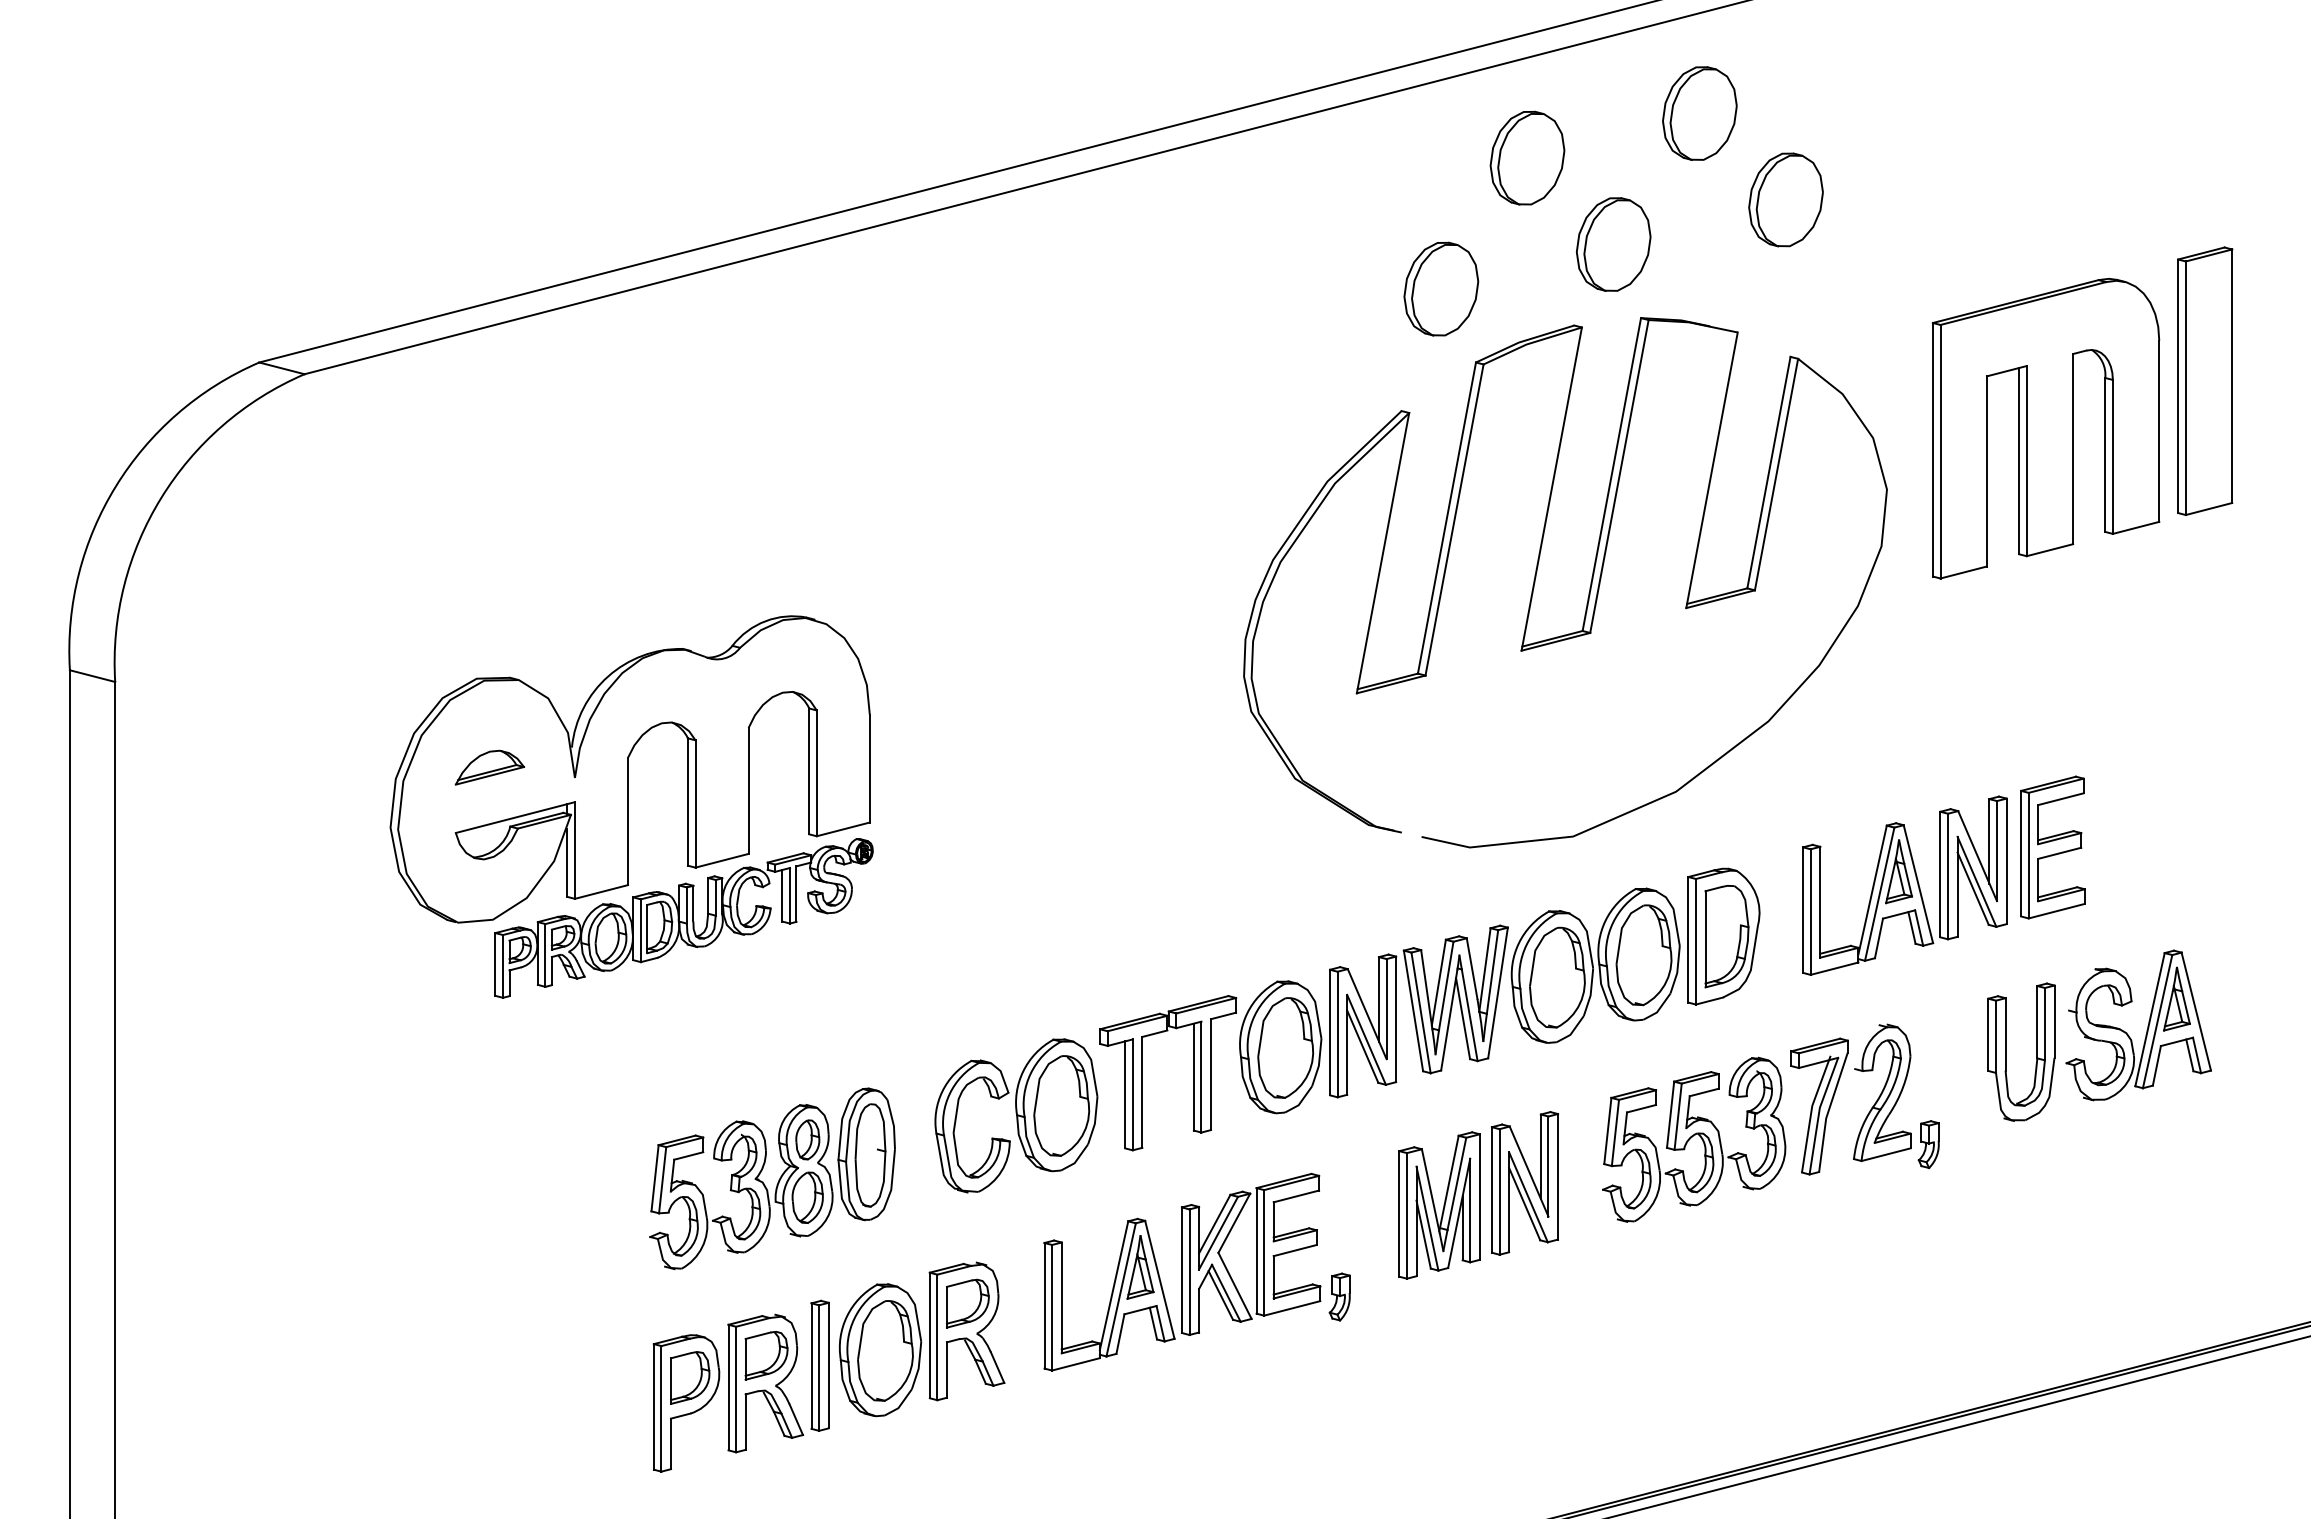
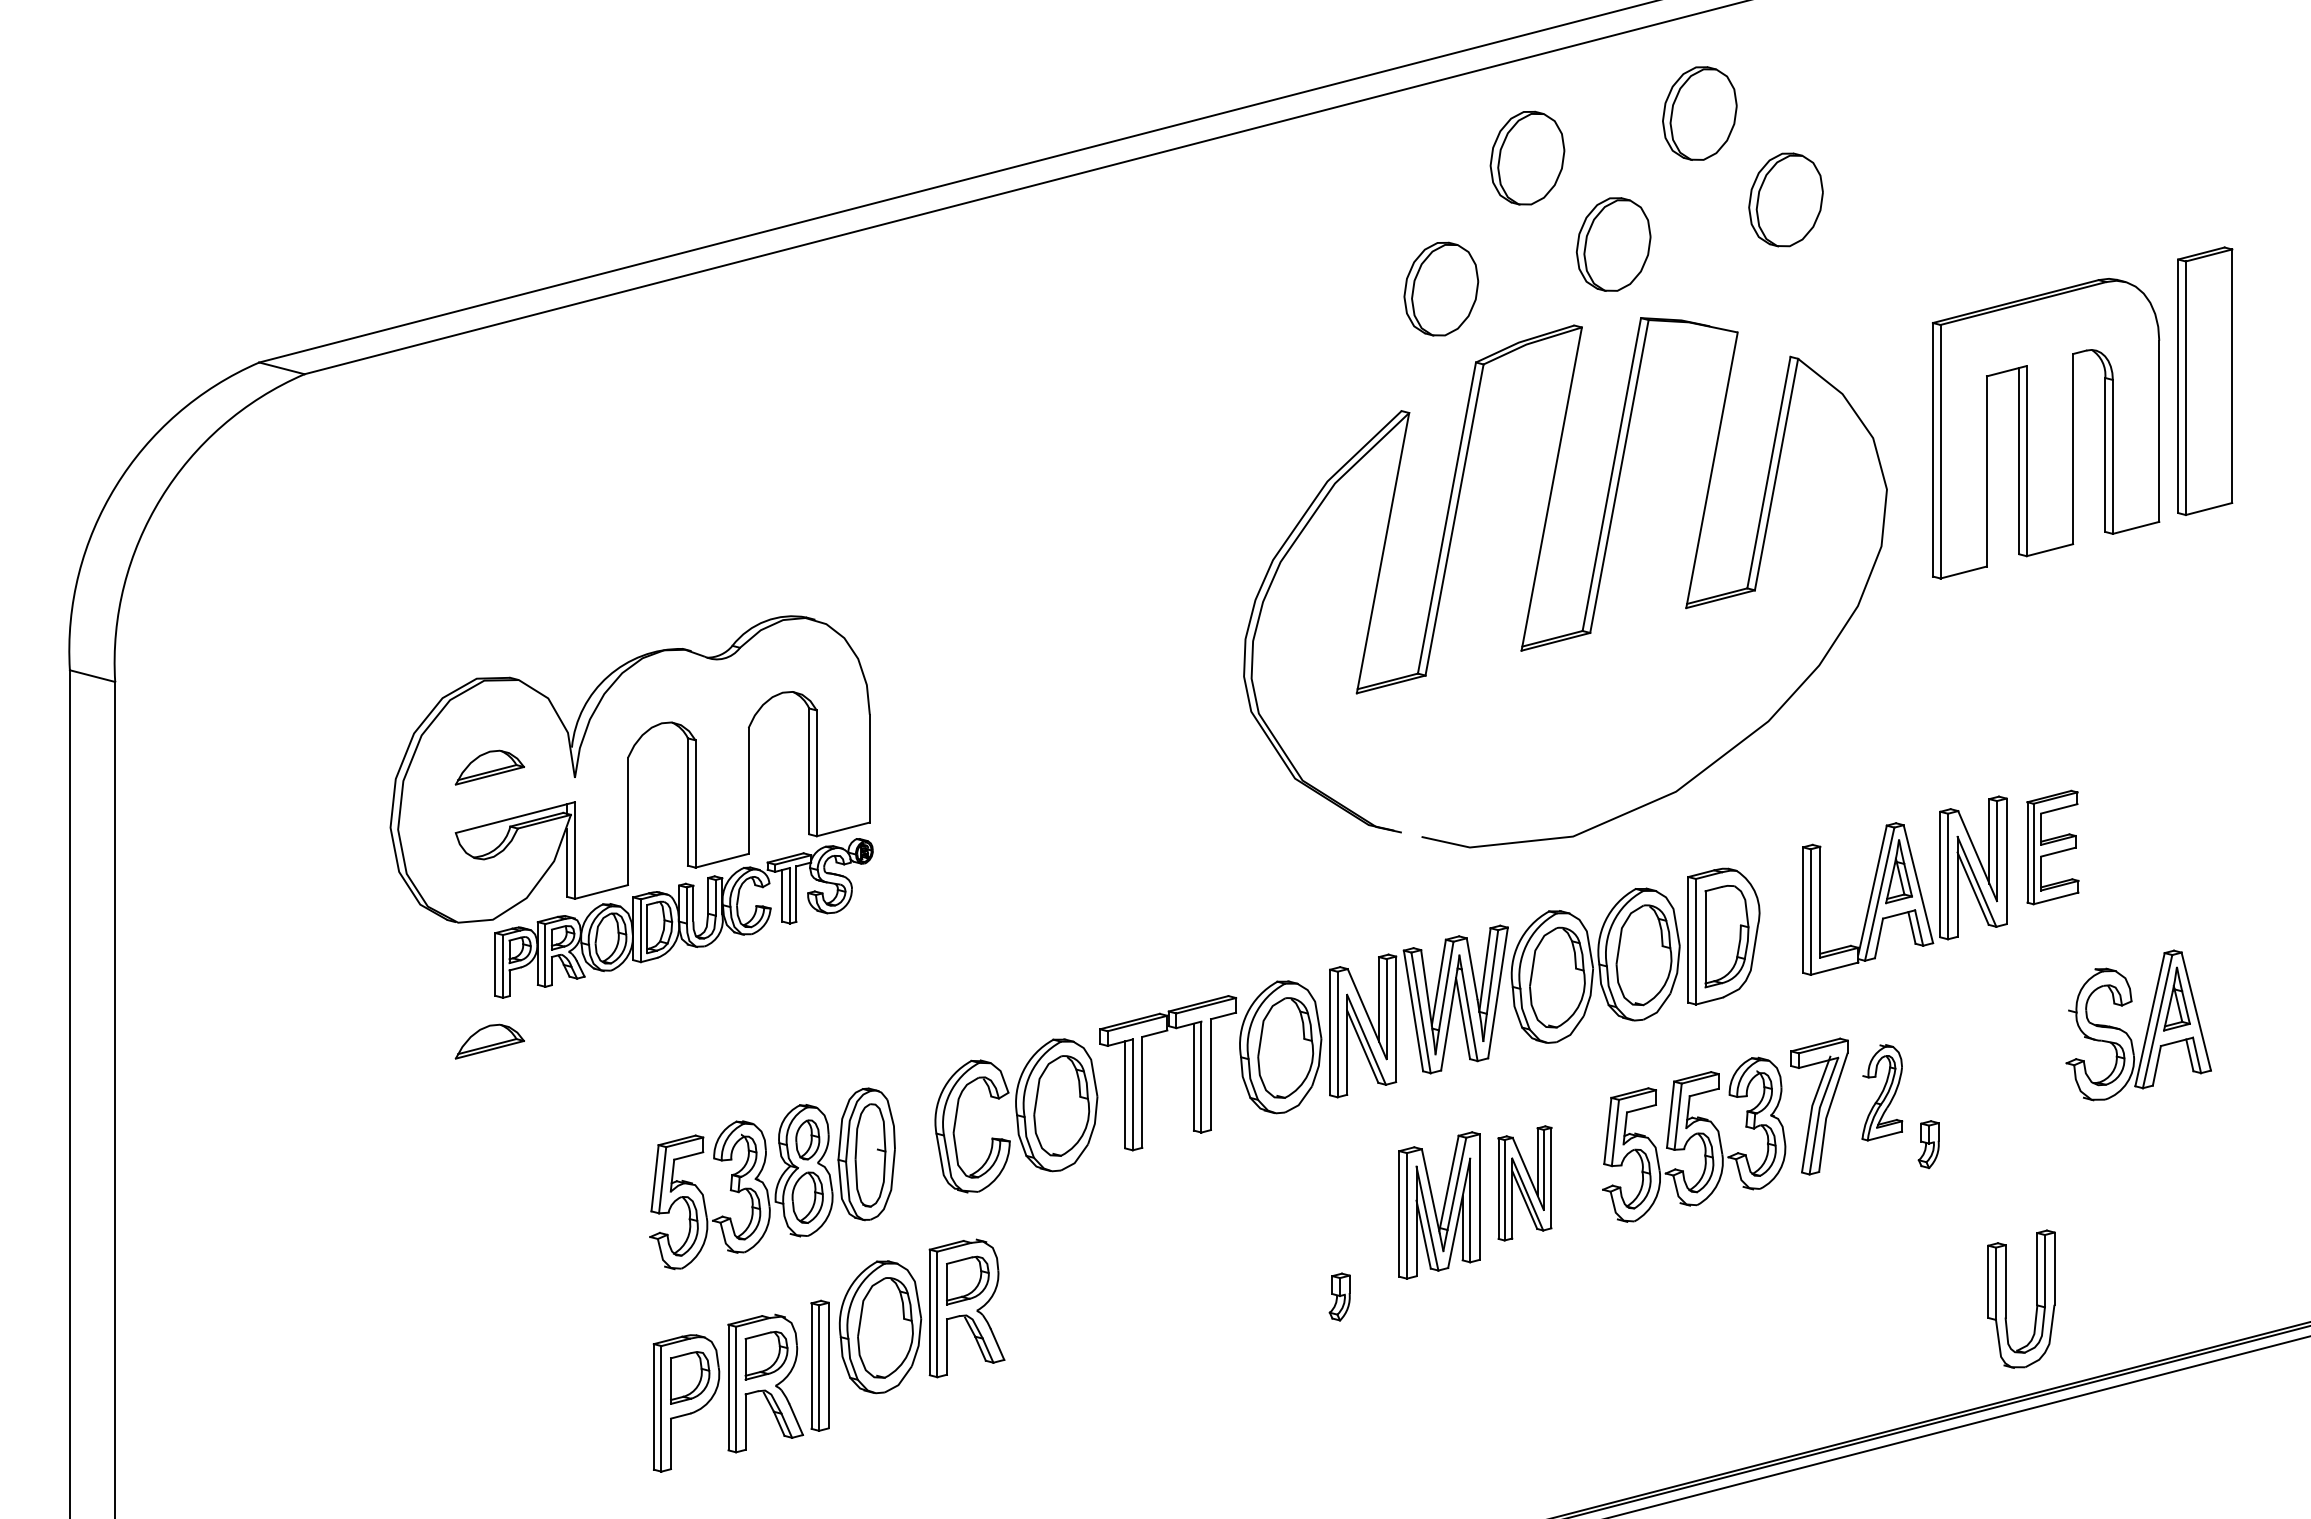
part at (2052, 847) size: 66x145 px -> 54x117 px
part at (489, 1041): none -> present
part at (2006, 1051) position: (2006, 1051) -> (2006, 1298)
part at (1882, 1092) size: 59x139 px -> 43x98 px
part at (1524, 1183) size: 68x145 px -> 56x117 px
part at (1182, 1271): present -> none
part at (921, 1339) position: (921, 1339) -> (921, 1316)
